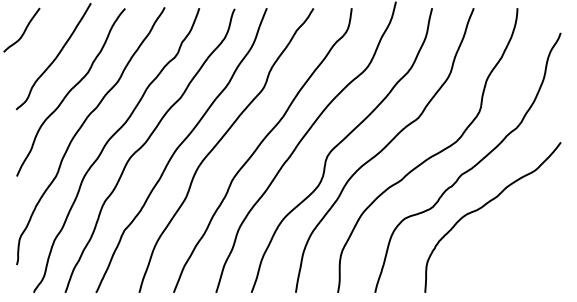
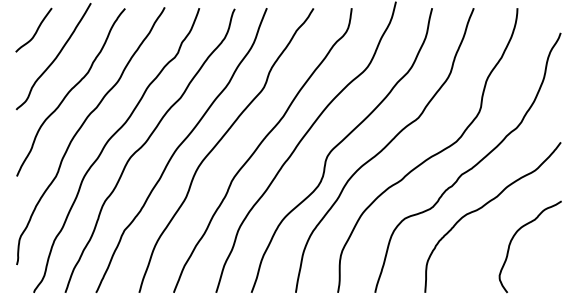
curve at (23, 31) position: (23, 31) -> (35, 31)
curve at (514, 237): none -> present
